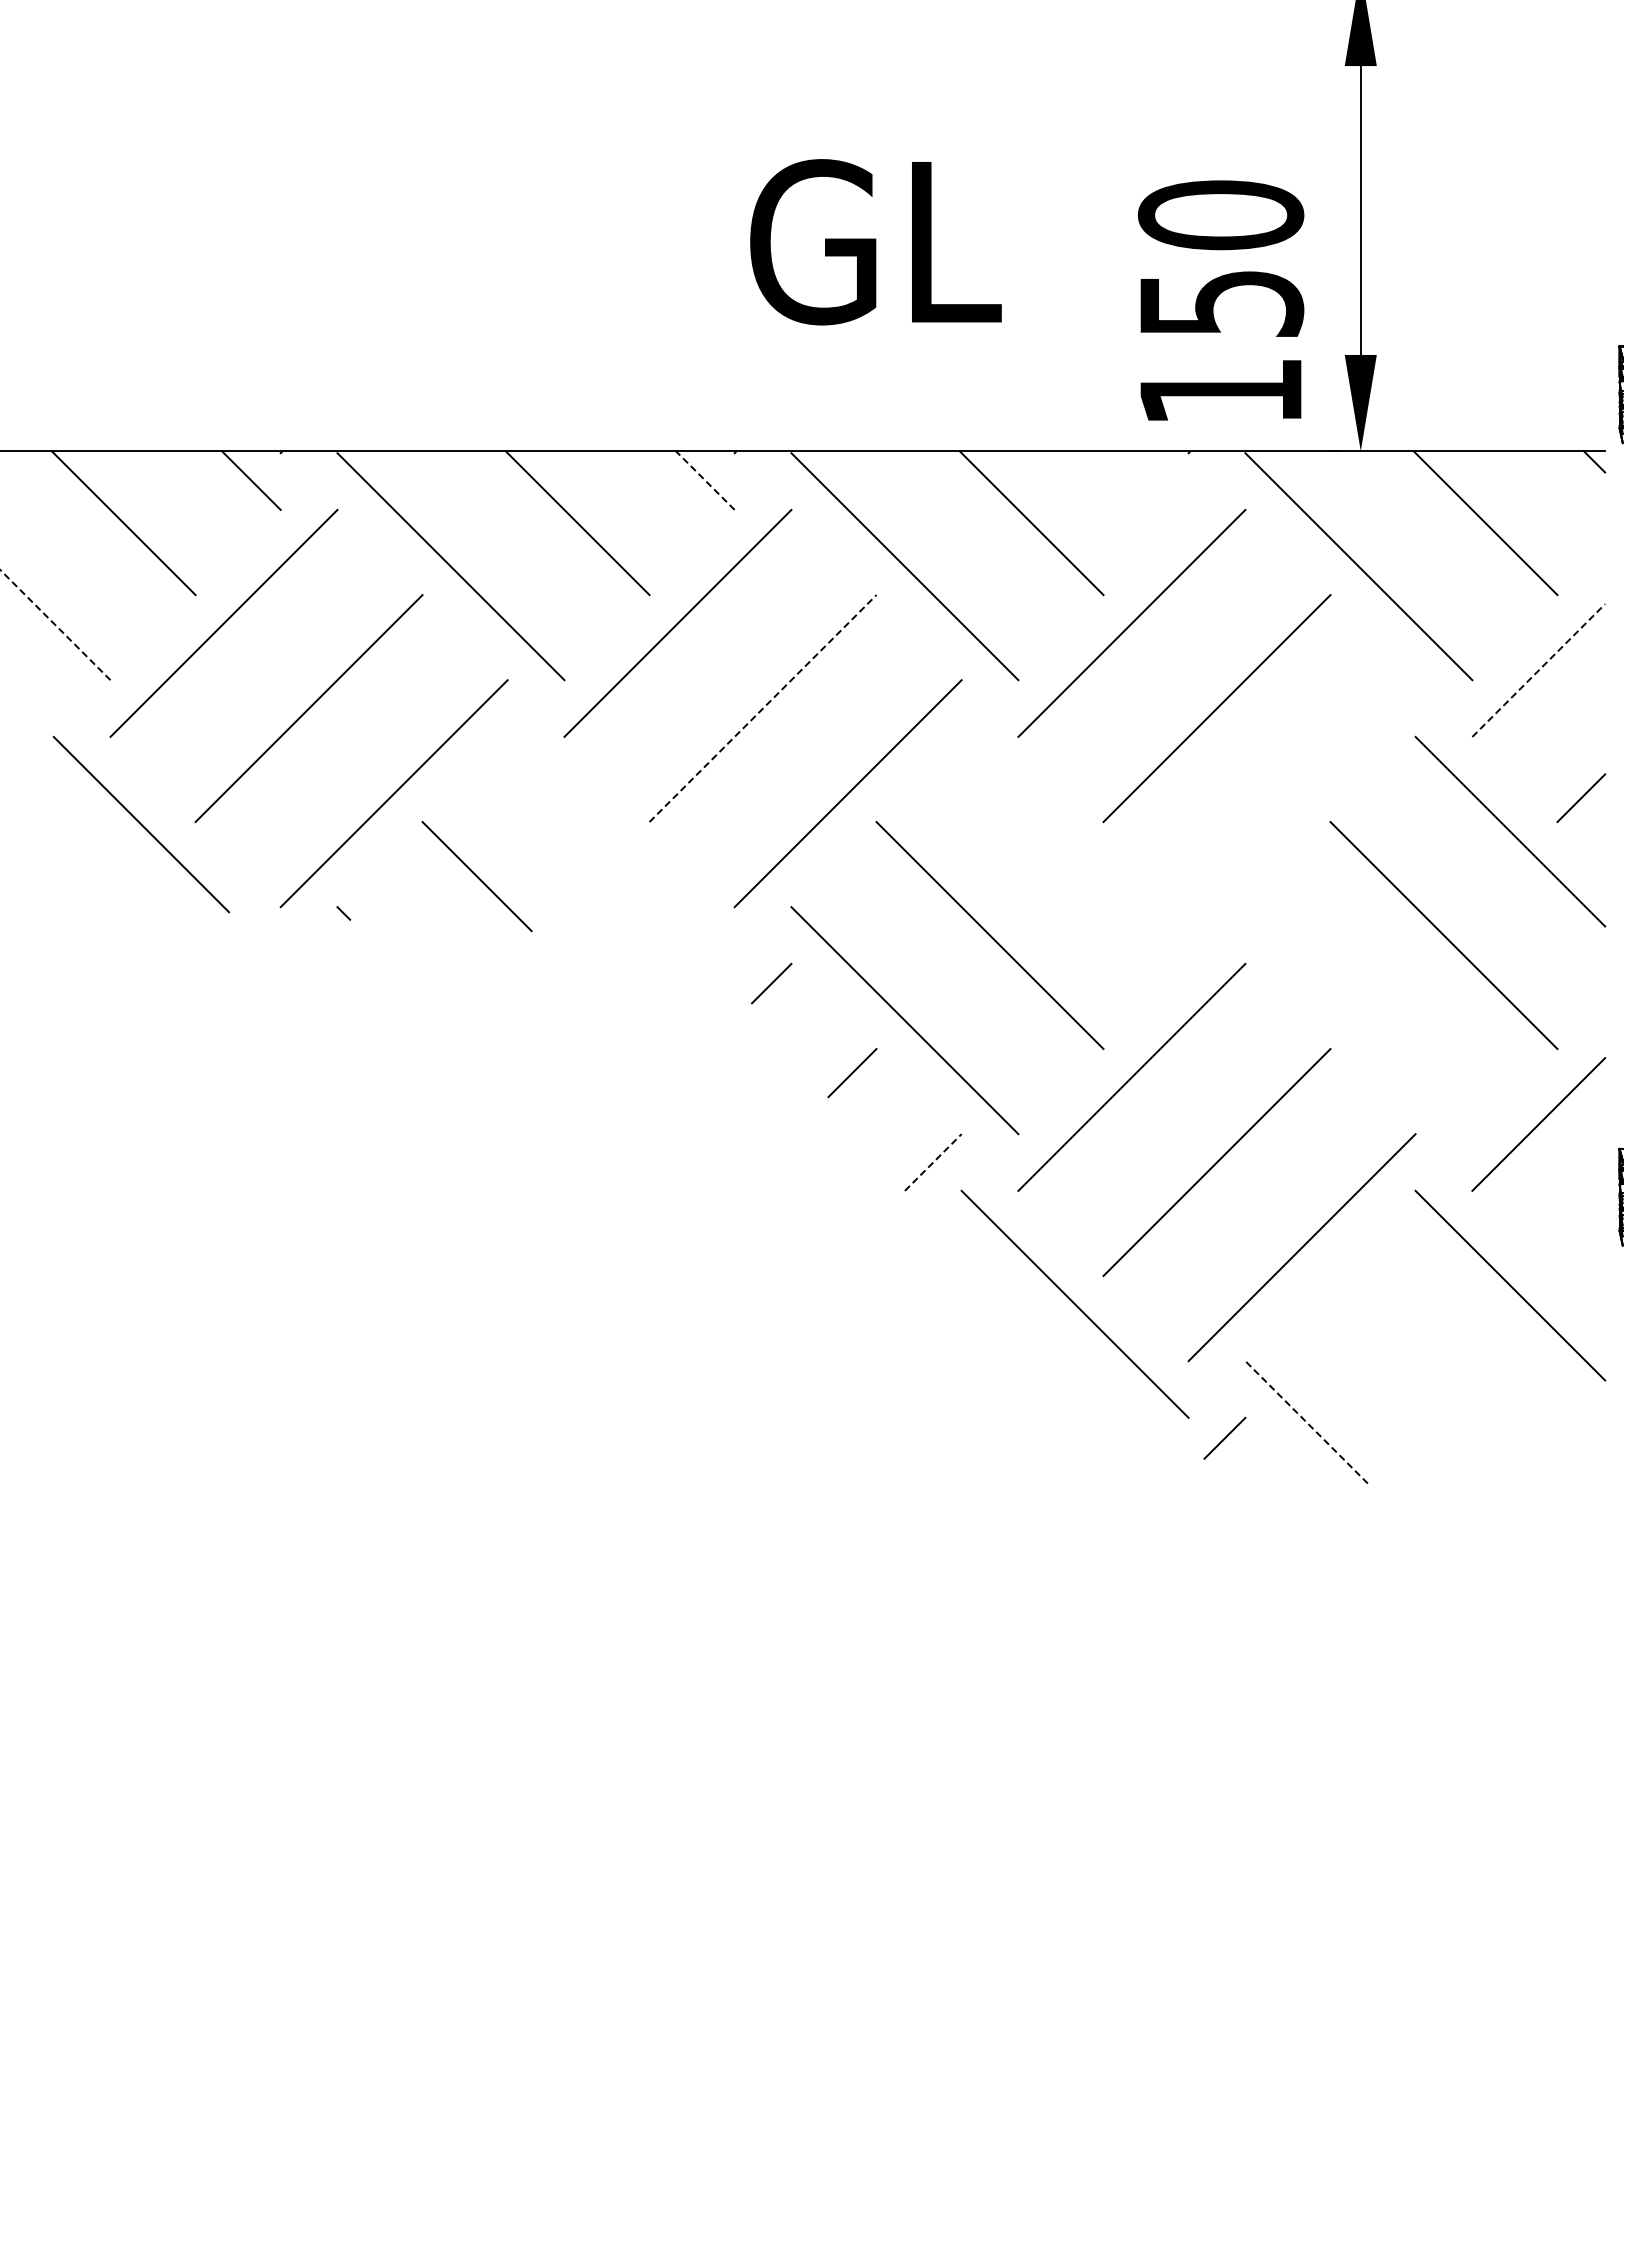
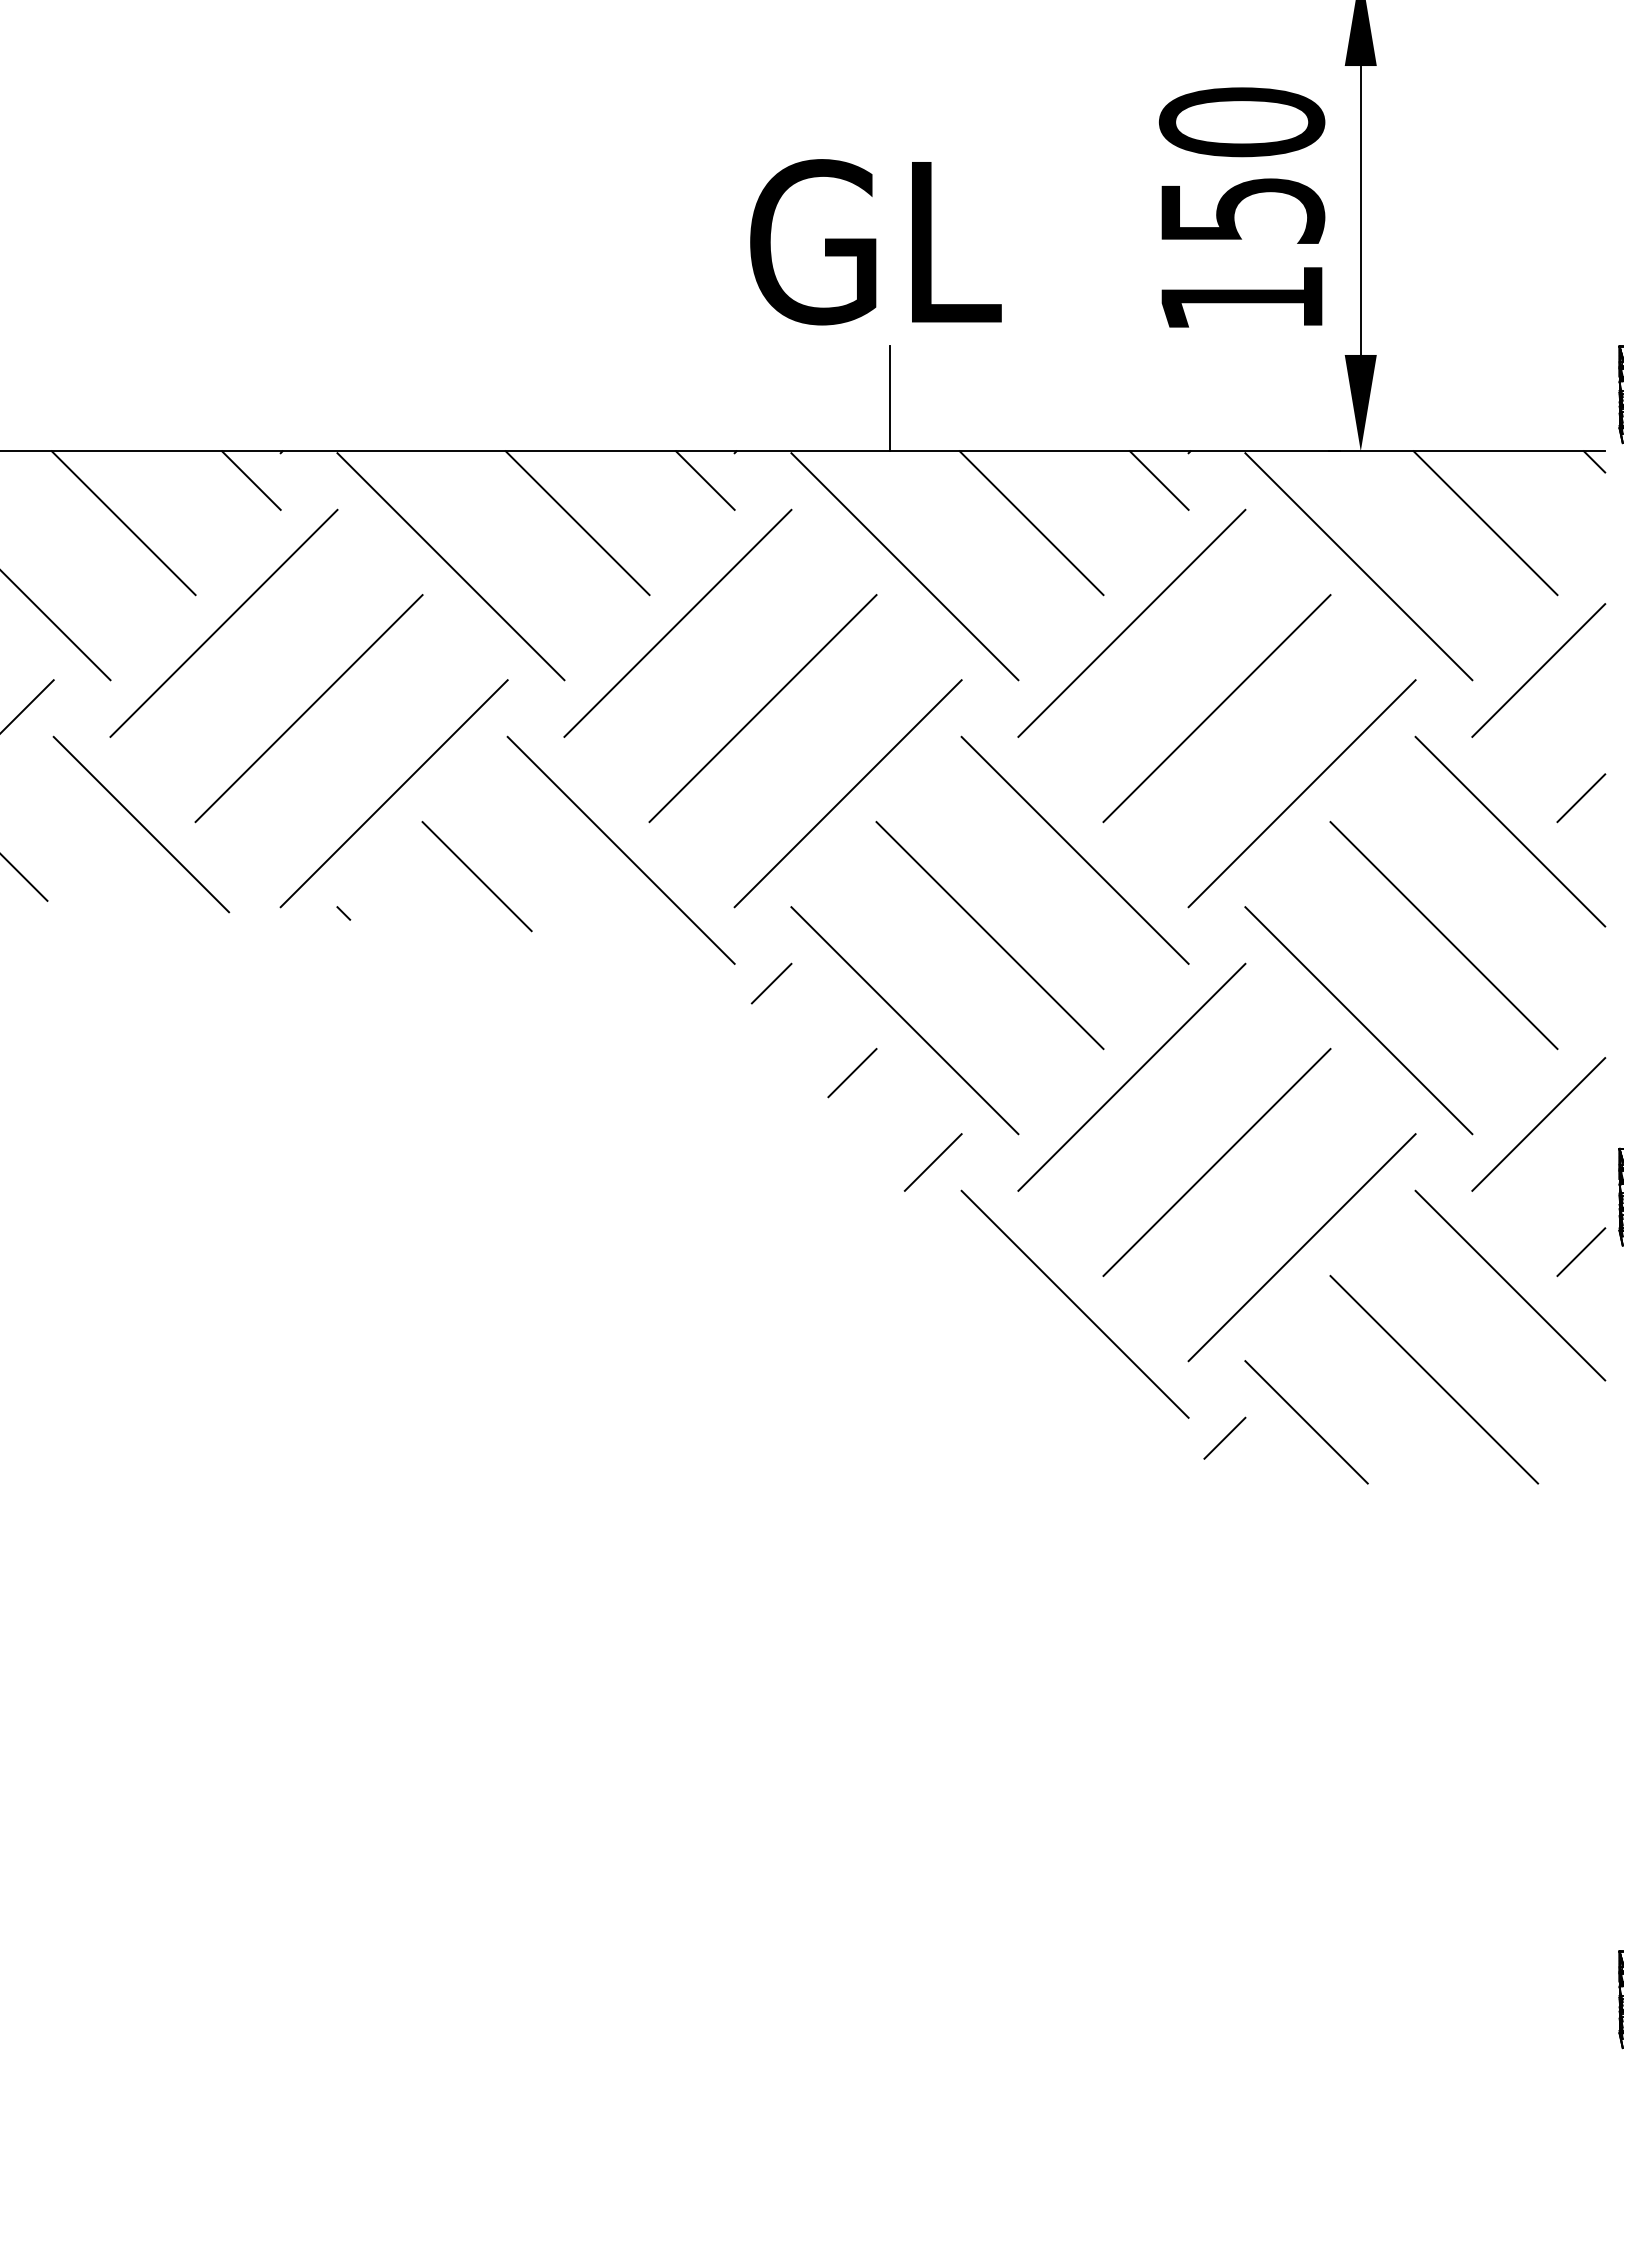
text at (1221, 300) position: (1221, 300) -> (1242, 207)
line at (890, 398): none -> present
line at (704, 480): dashed -> solid
line at (1158, 480): none -> present
line at (55, 625): dashed -> solid
line at (1538, 670): dashed -> solid
line at (27, 705): none -> present
line at (763, 708): dashed -> solid
line at (1301, 793): none -> present
line at (620, 849): none -> present
line at (1074, 849): none -> present
line at (24, 877): none -> present
line at (1358, 1020): none -> present
line at (933, 1162): dashed -> solid
line at (1581, 1251): none -> present
line at (1434, 1379): none -> present
line at (1306, 1422): dashed -> solid
part at (1620, 1999): none -> present
